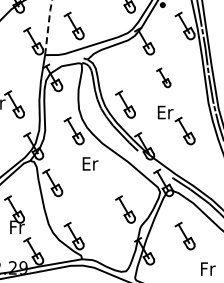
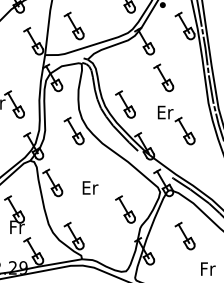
line at (48, 27): dashed -> solid
part at (163, 77) size: 16x22 px -> 22x30 px
text at (90, 163) position: (90, 163) -> (90, 187)
